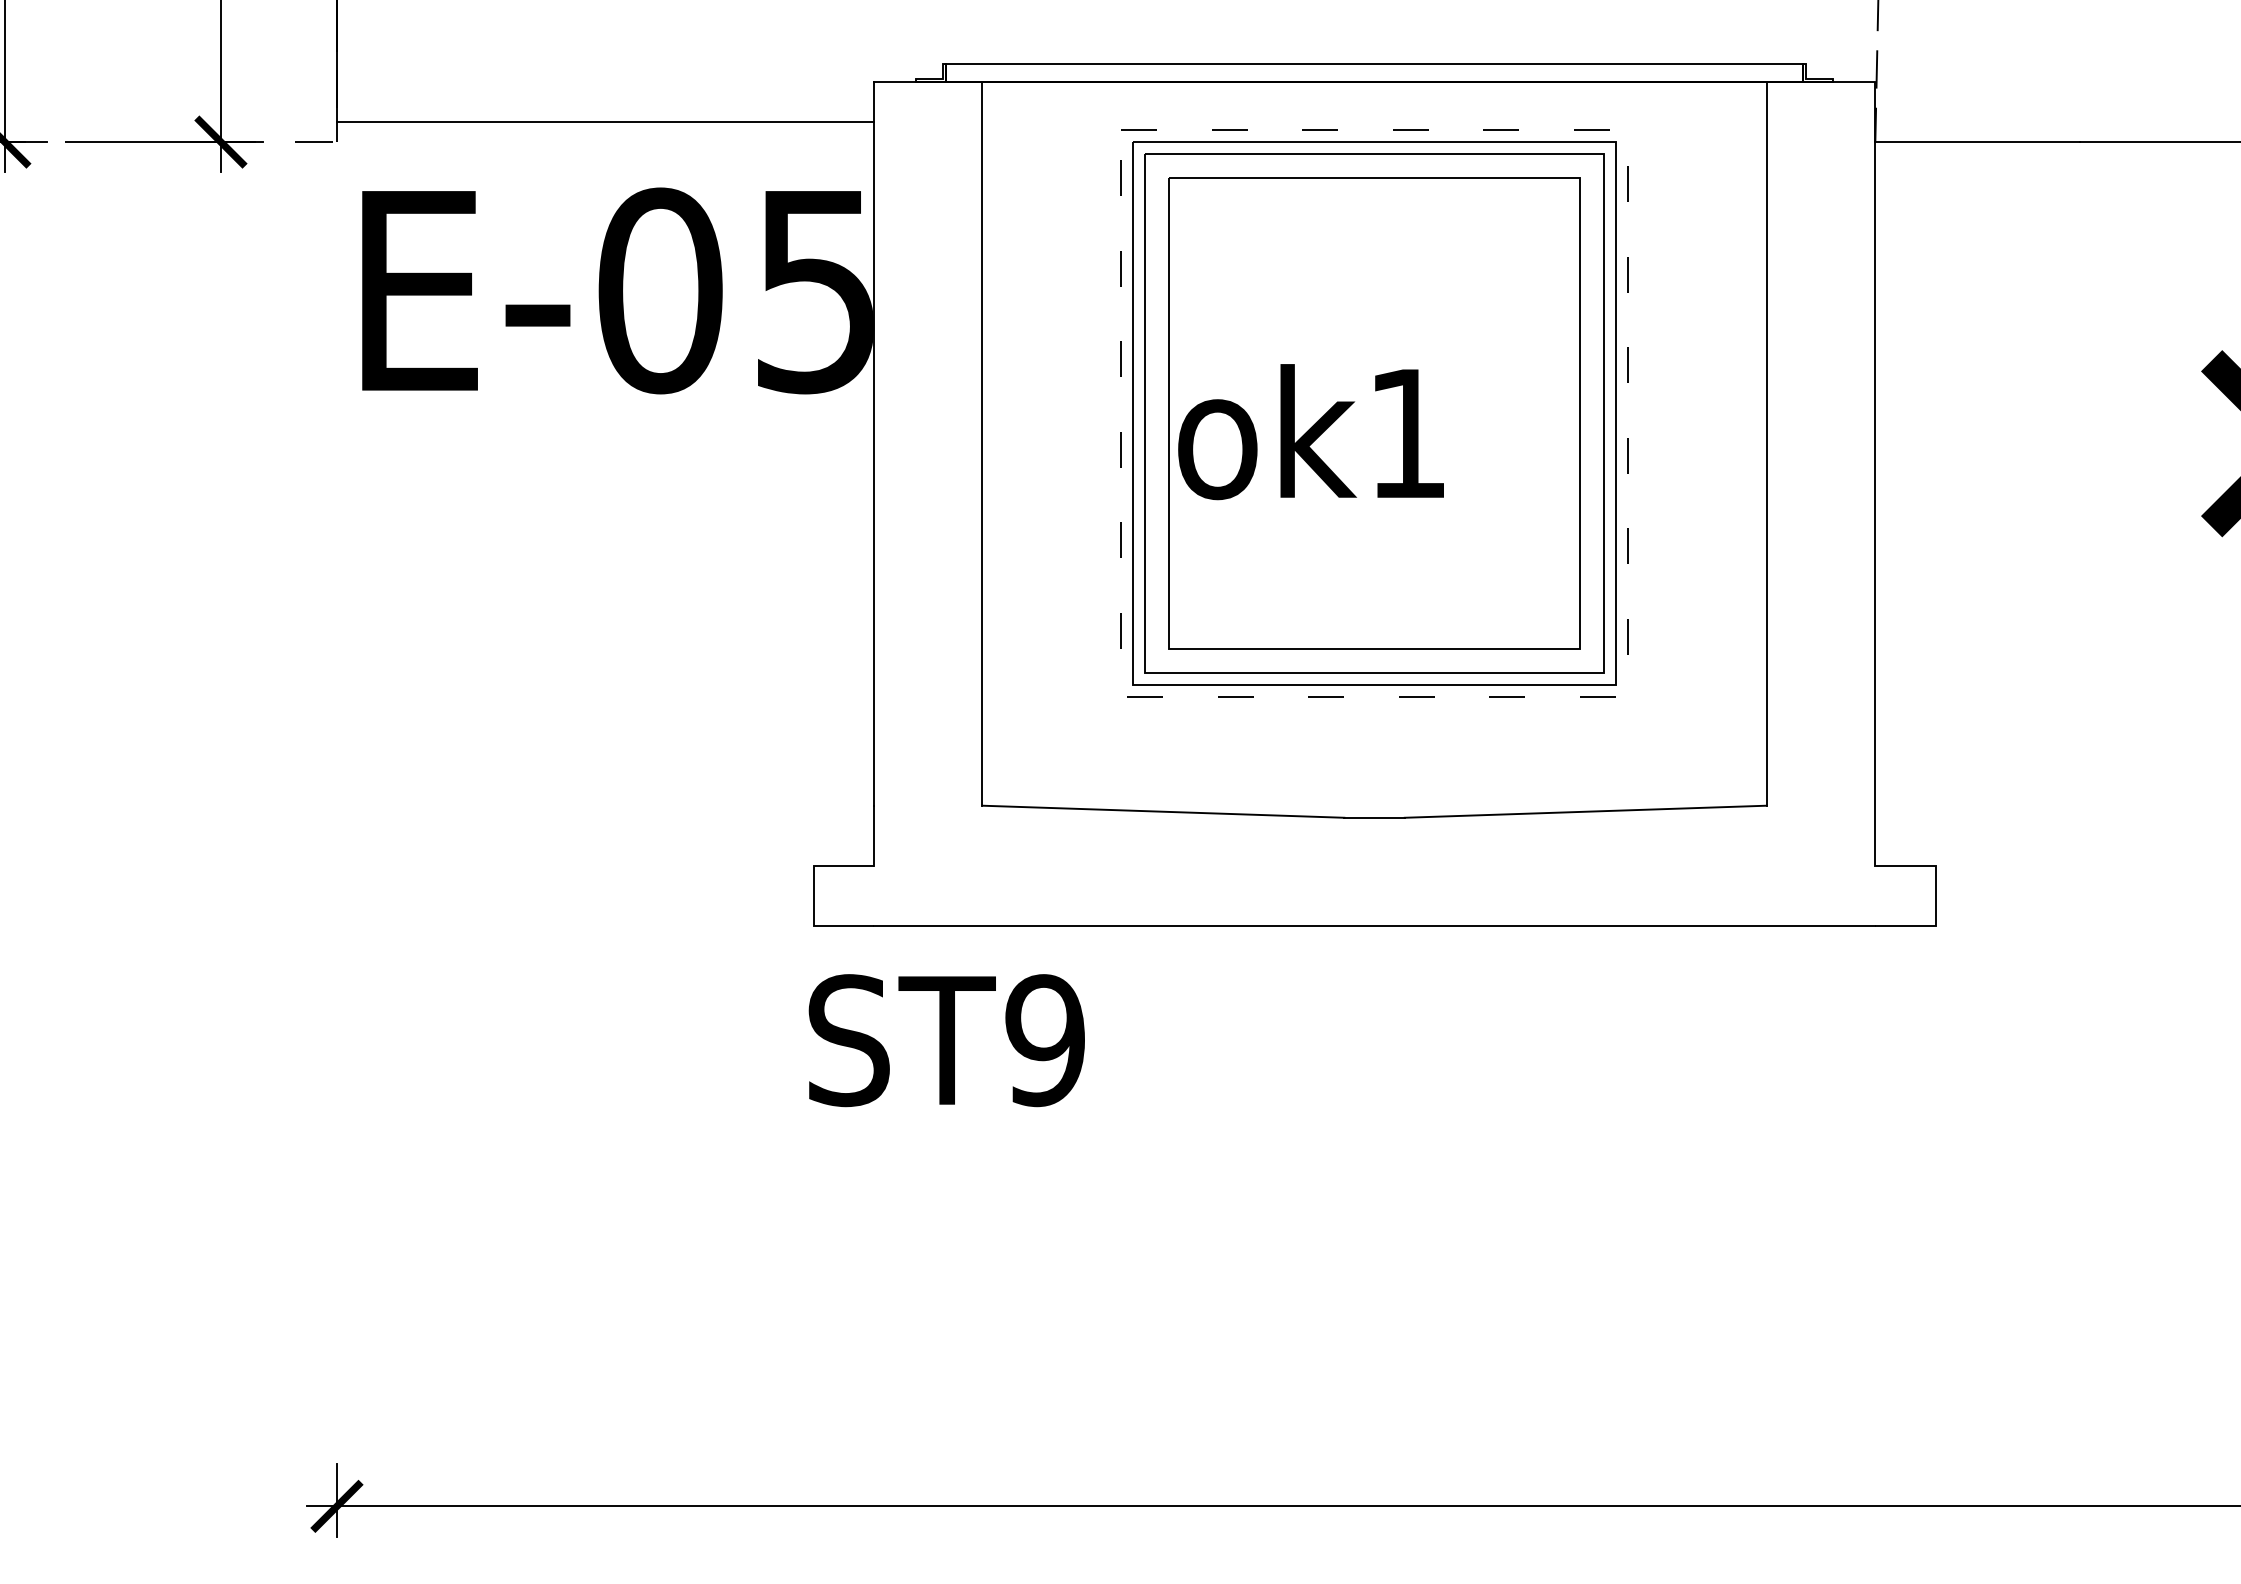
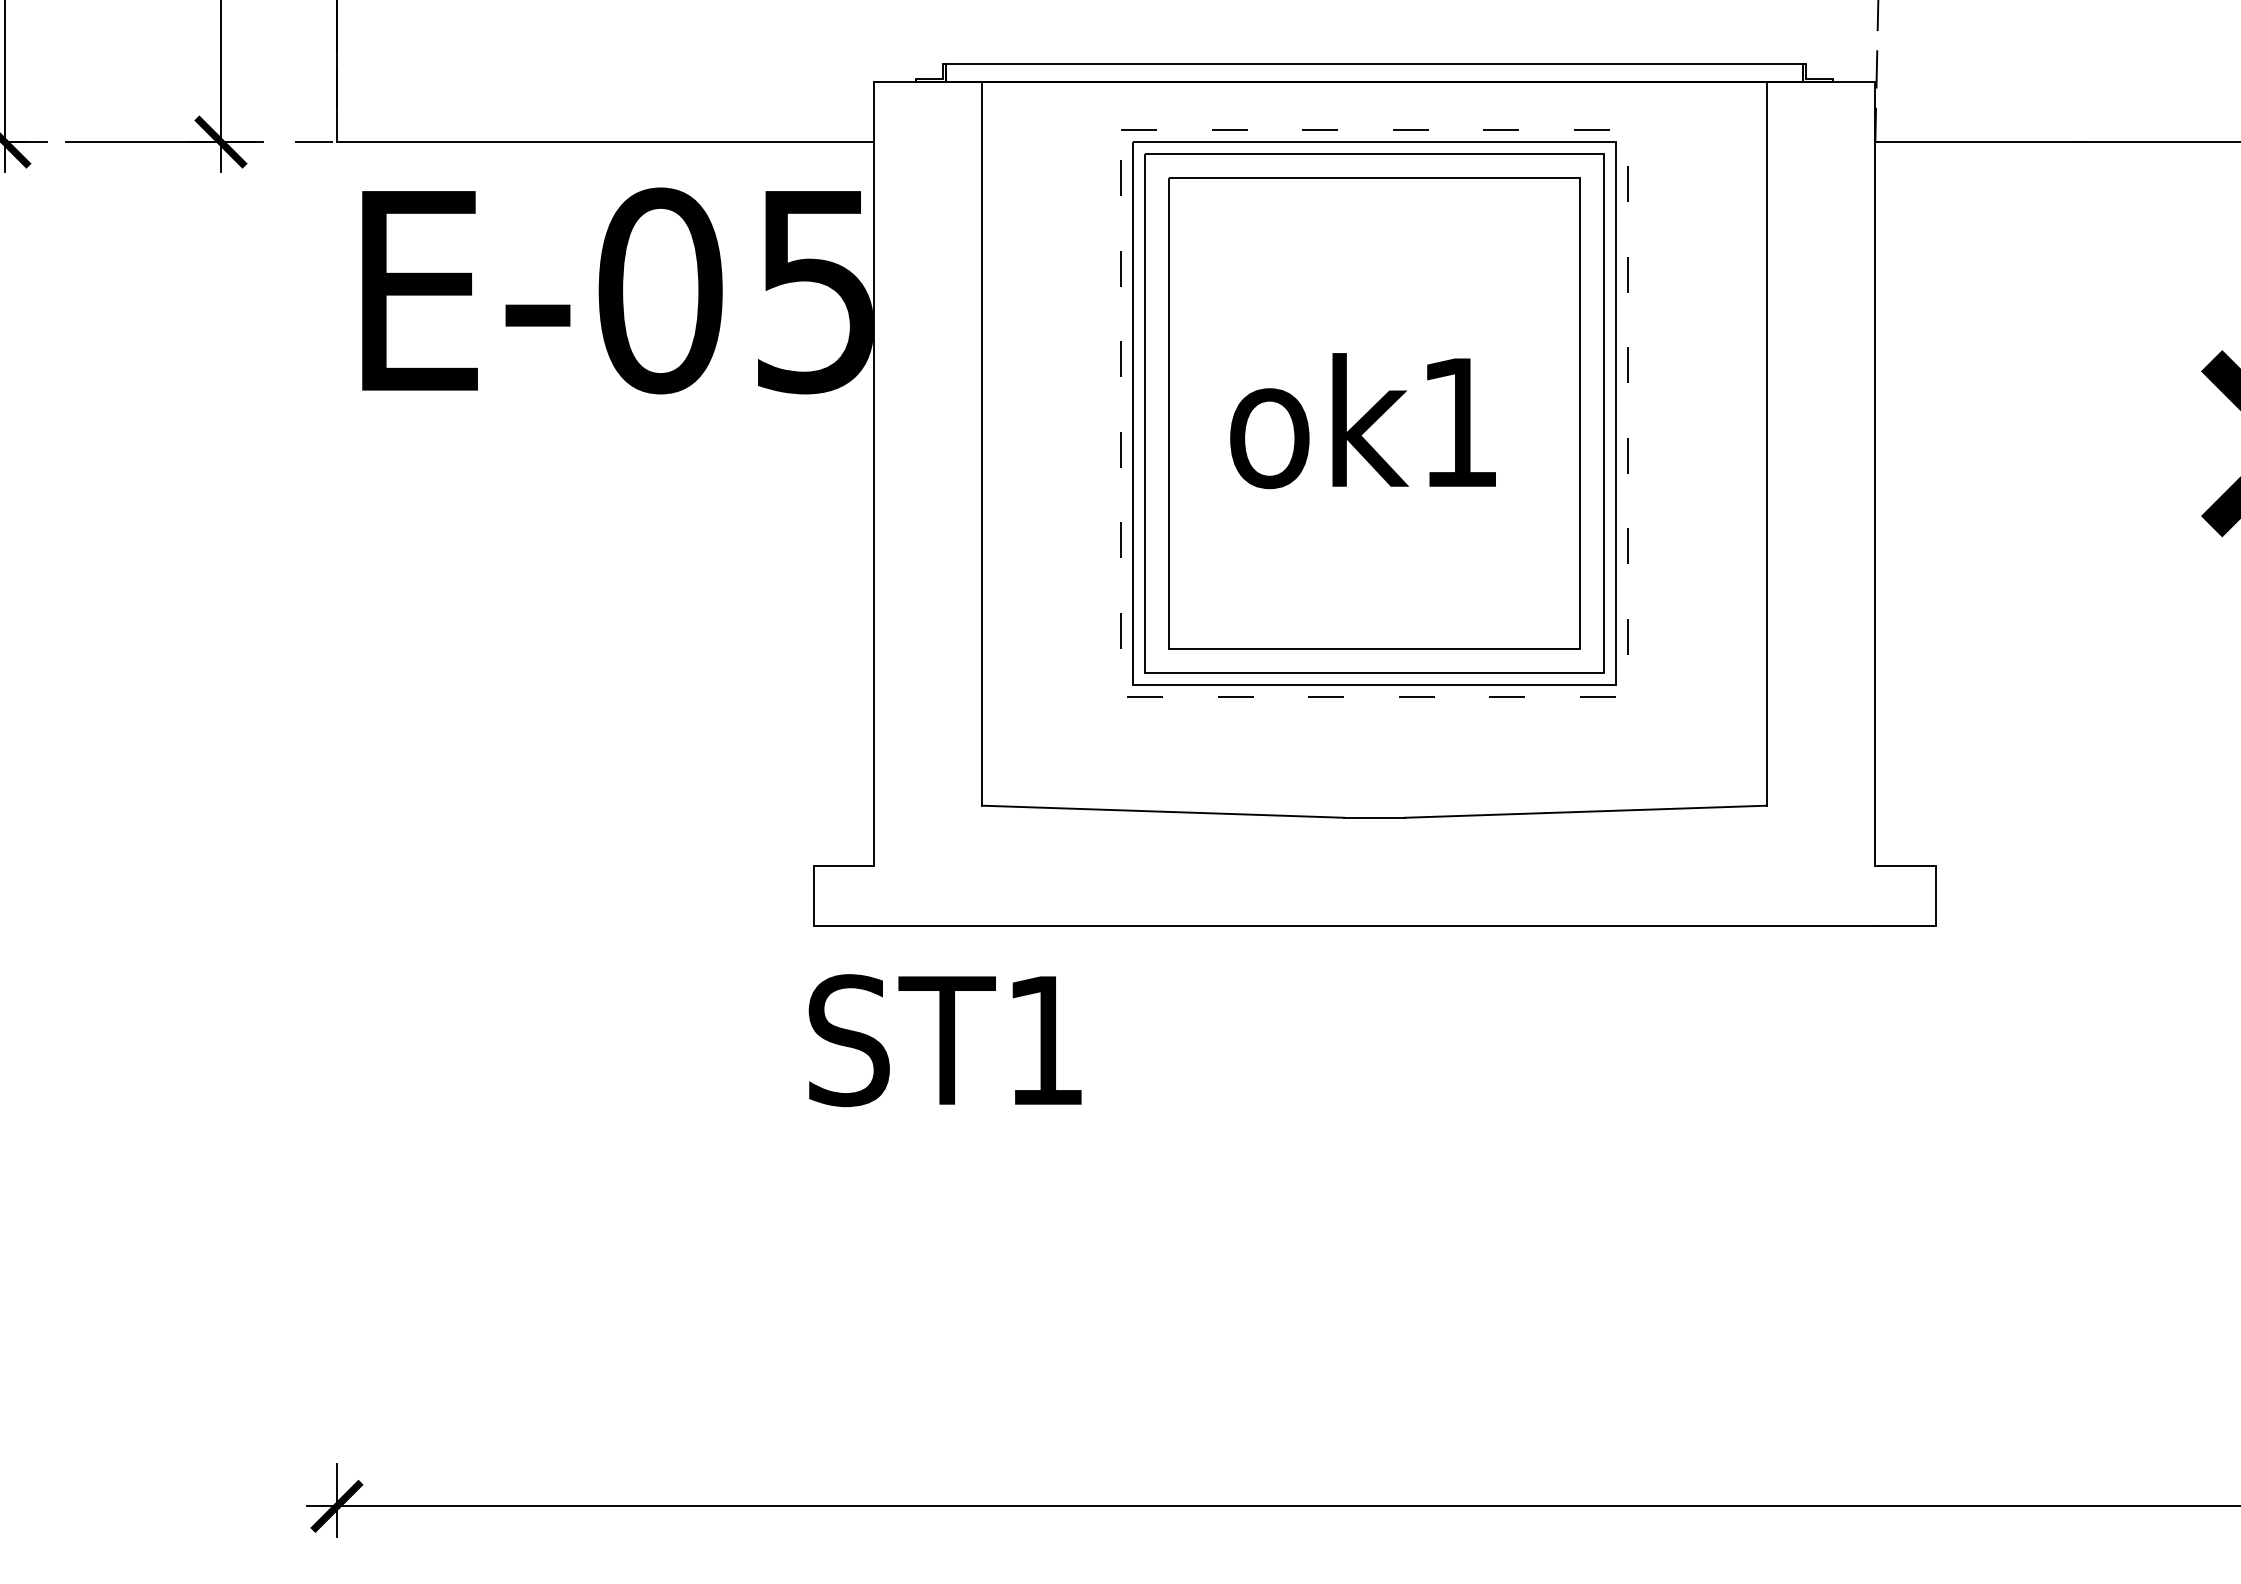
line at (604, 122) position: (604, 122) -> (604, 142)
text at (1310, 432) position: (1310, 432) -> (1362, 421)
text at (1044, 1040): ST9 -> ST1
